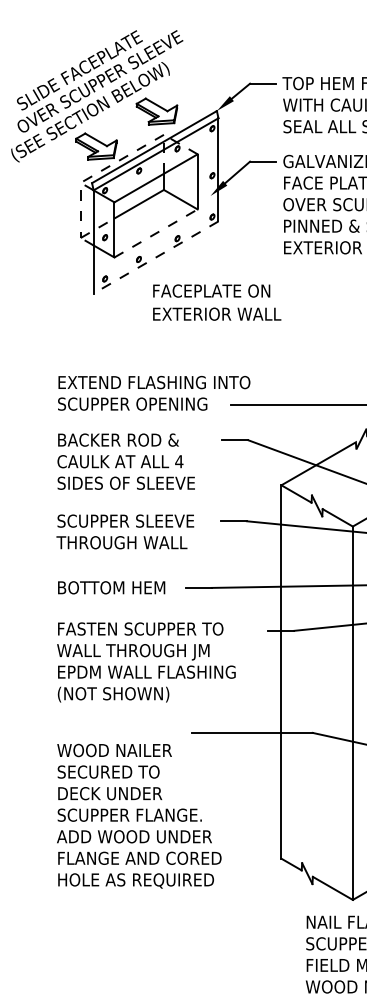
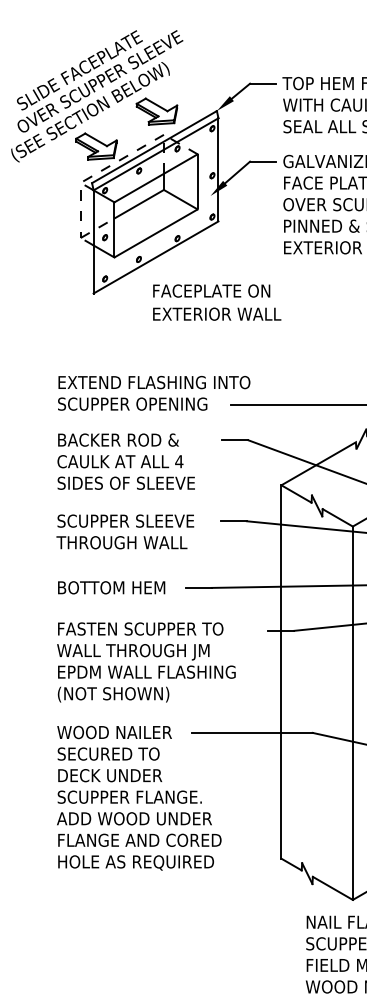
line at (156, 233): dashed -> solid
line at (155, 257): dashed -> solid
text at (139, 815) position: (139, 815) -> (139, 797)
